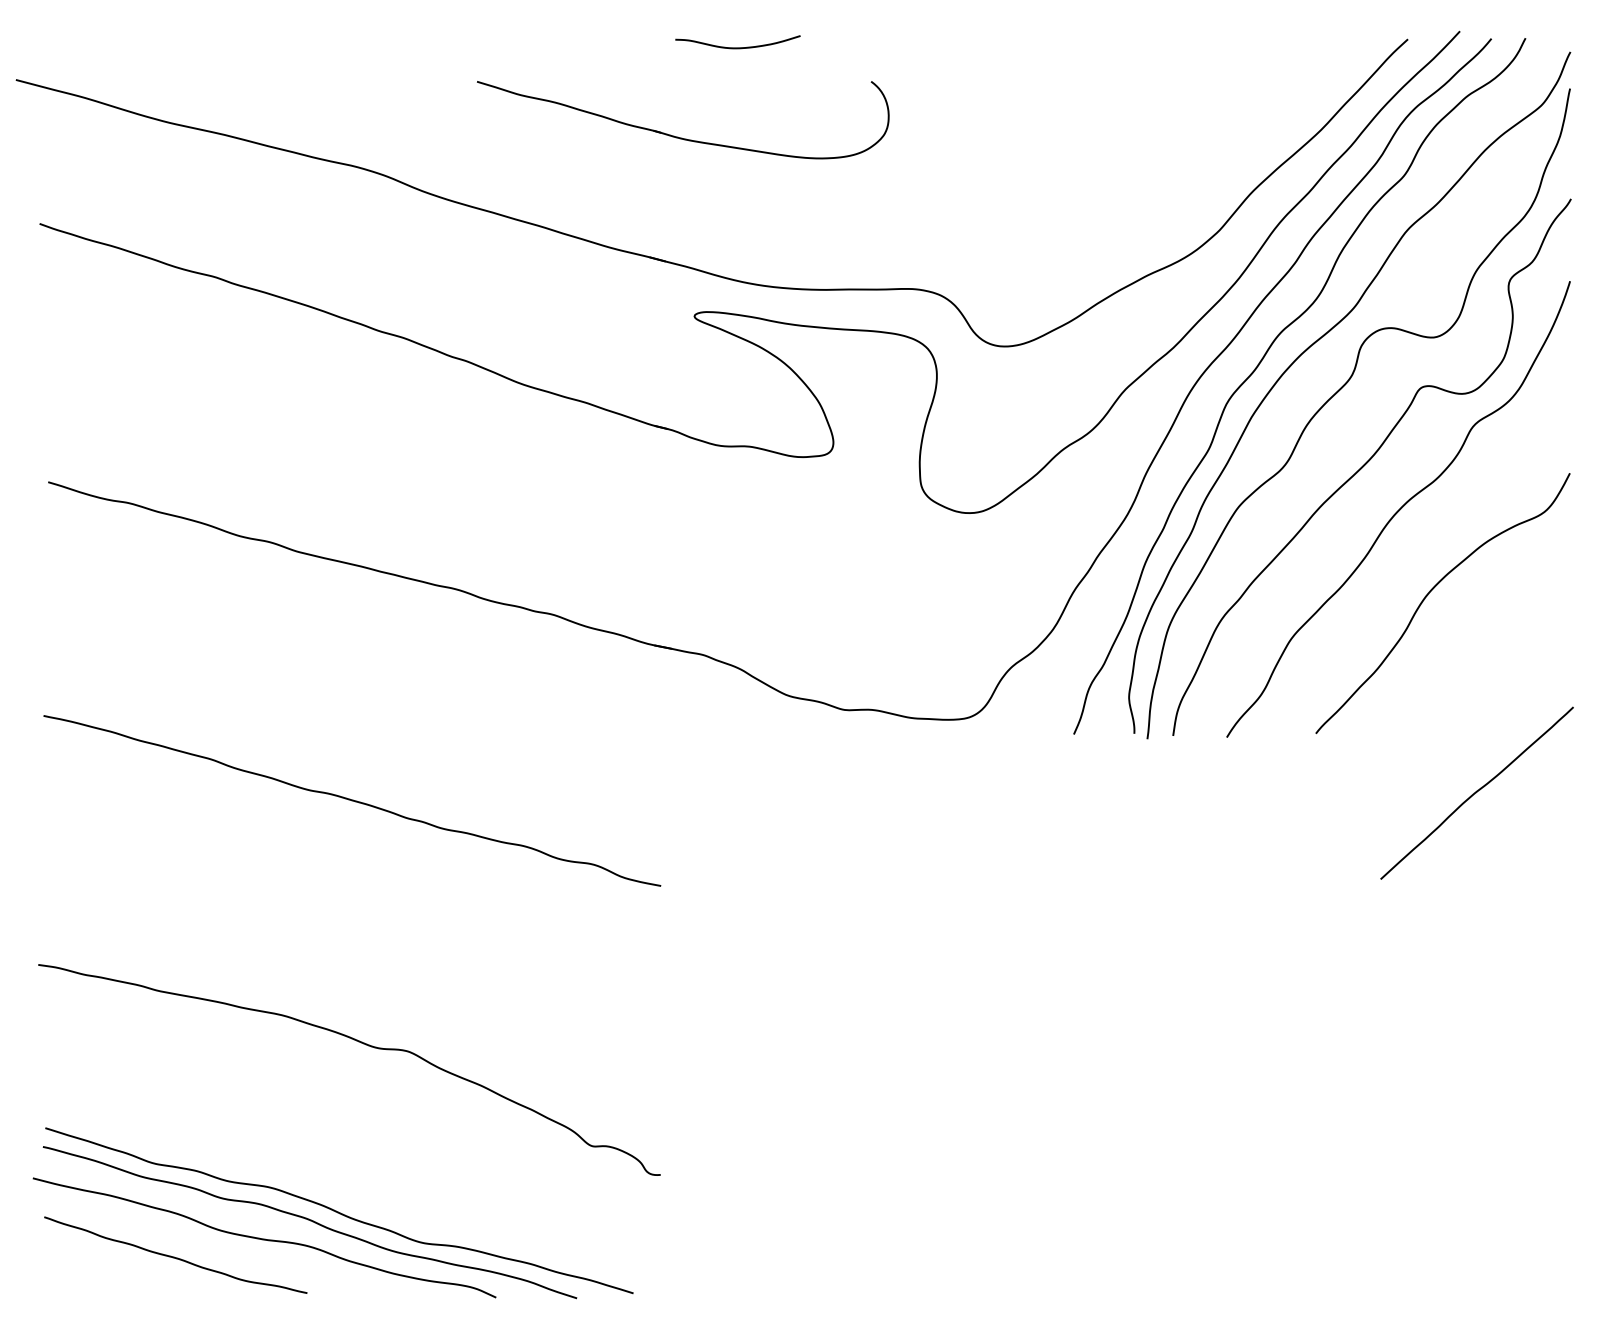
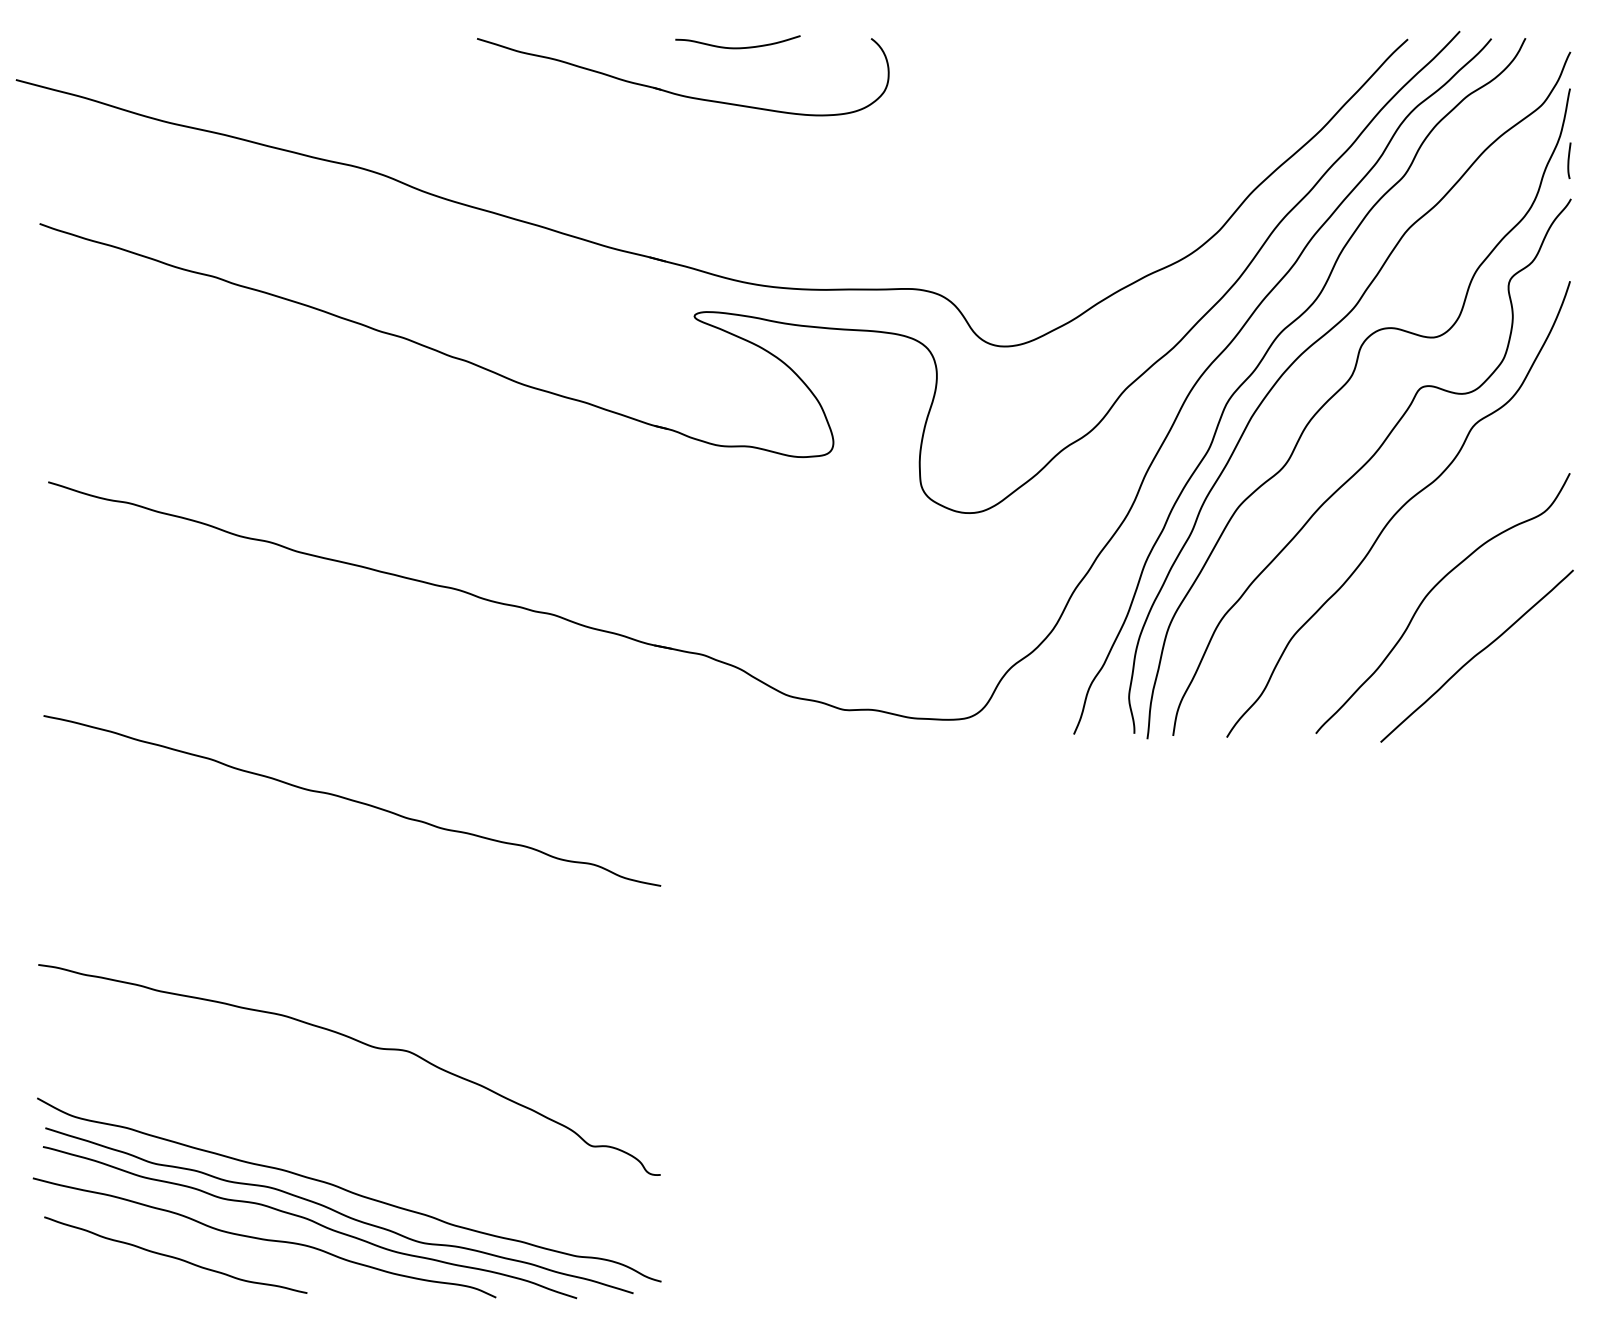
part at (678, 136) position: (678, 136) -> (678, 93)
curve at (1569, 160): none -> present
curve at (1476, 792) position: (1476, 792) -> (1476, 655)
curve at (349, 1190): none -> present
